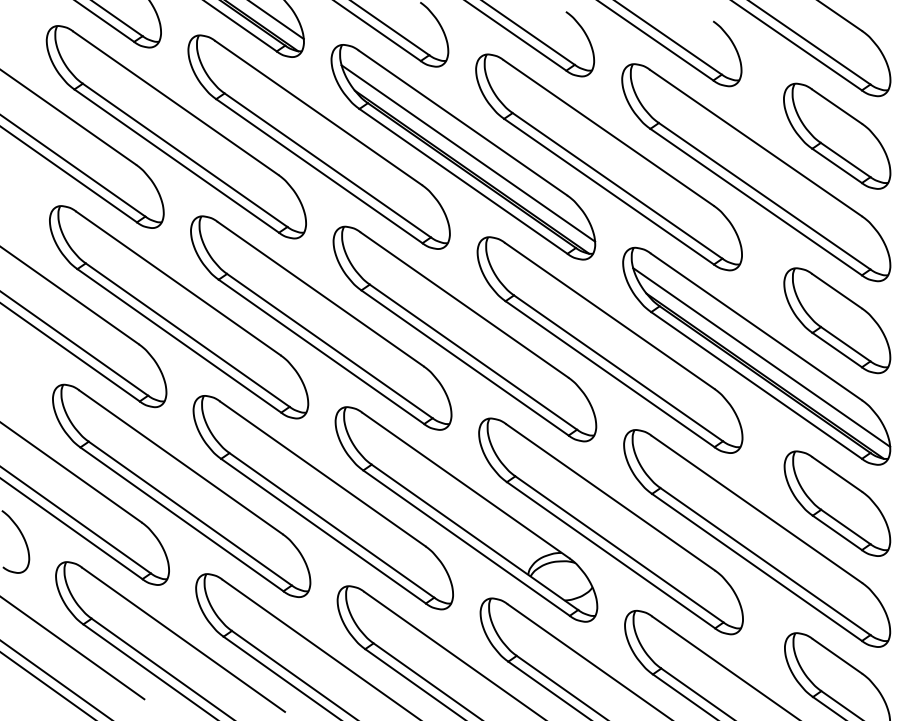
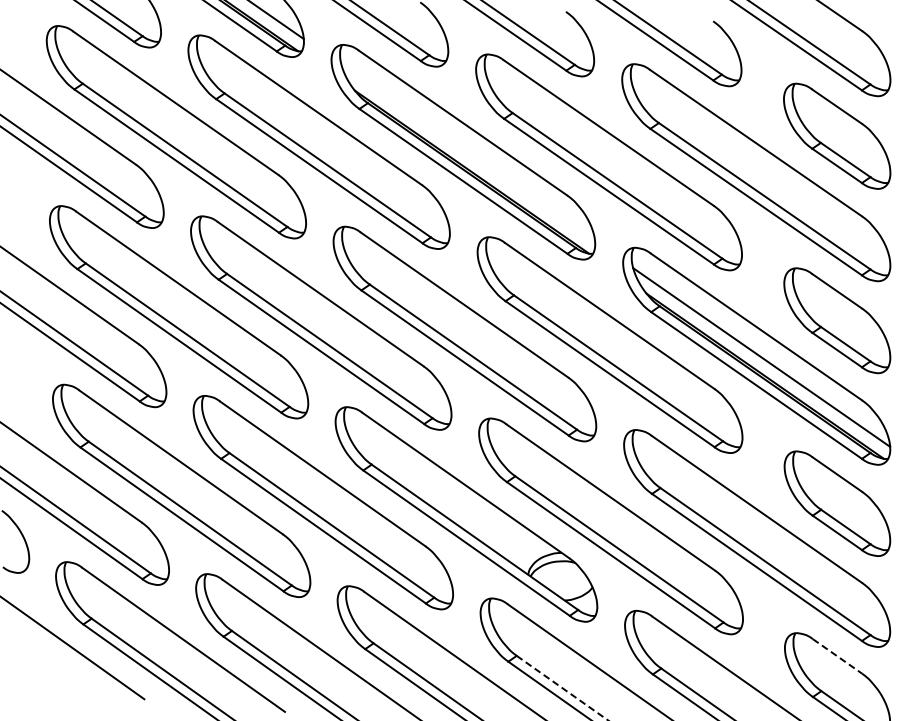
line at (468, 153): present -> none
line at (837, 656): solid -> dashed
line at (55, 679): present -> none
line at (47, 685): present -> none
line at (562, 688): solid -> dashed
